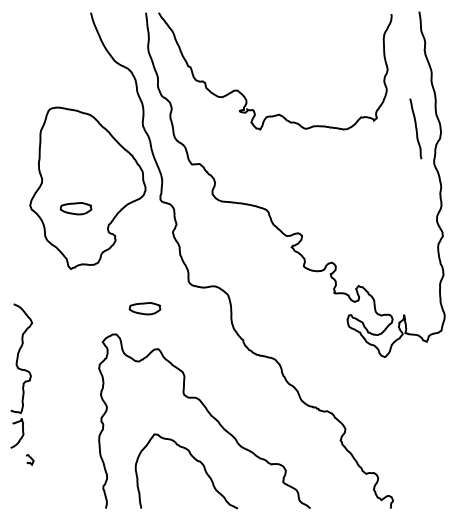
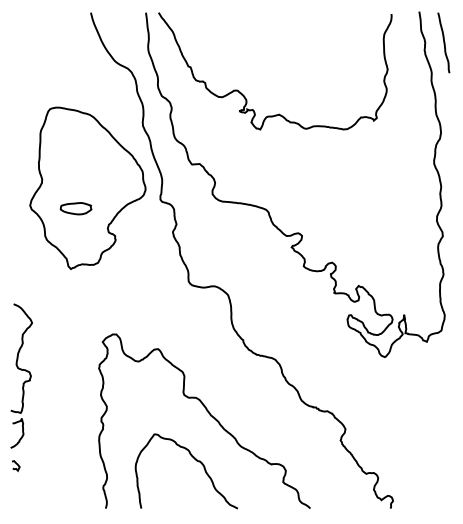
curve at (415, 128) position: (415, 128) -> (443, 42)
part at (144, 308): present -> none
curve at (31, 459) position: (31, 459) -> (17, 465)
